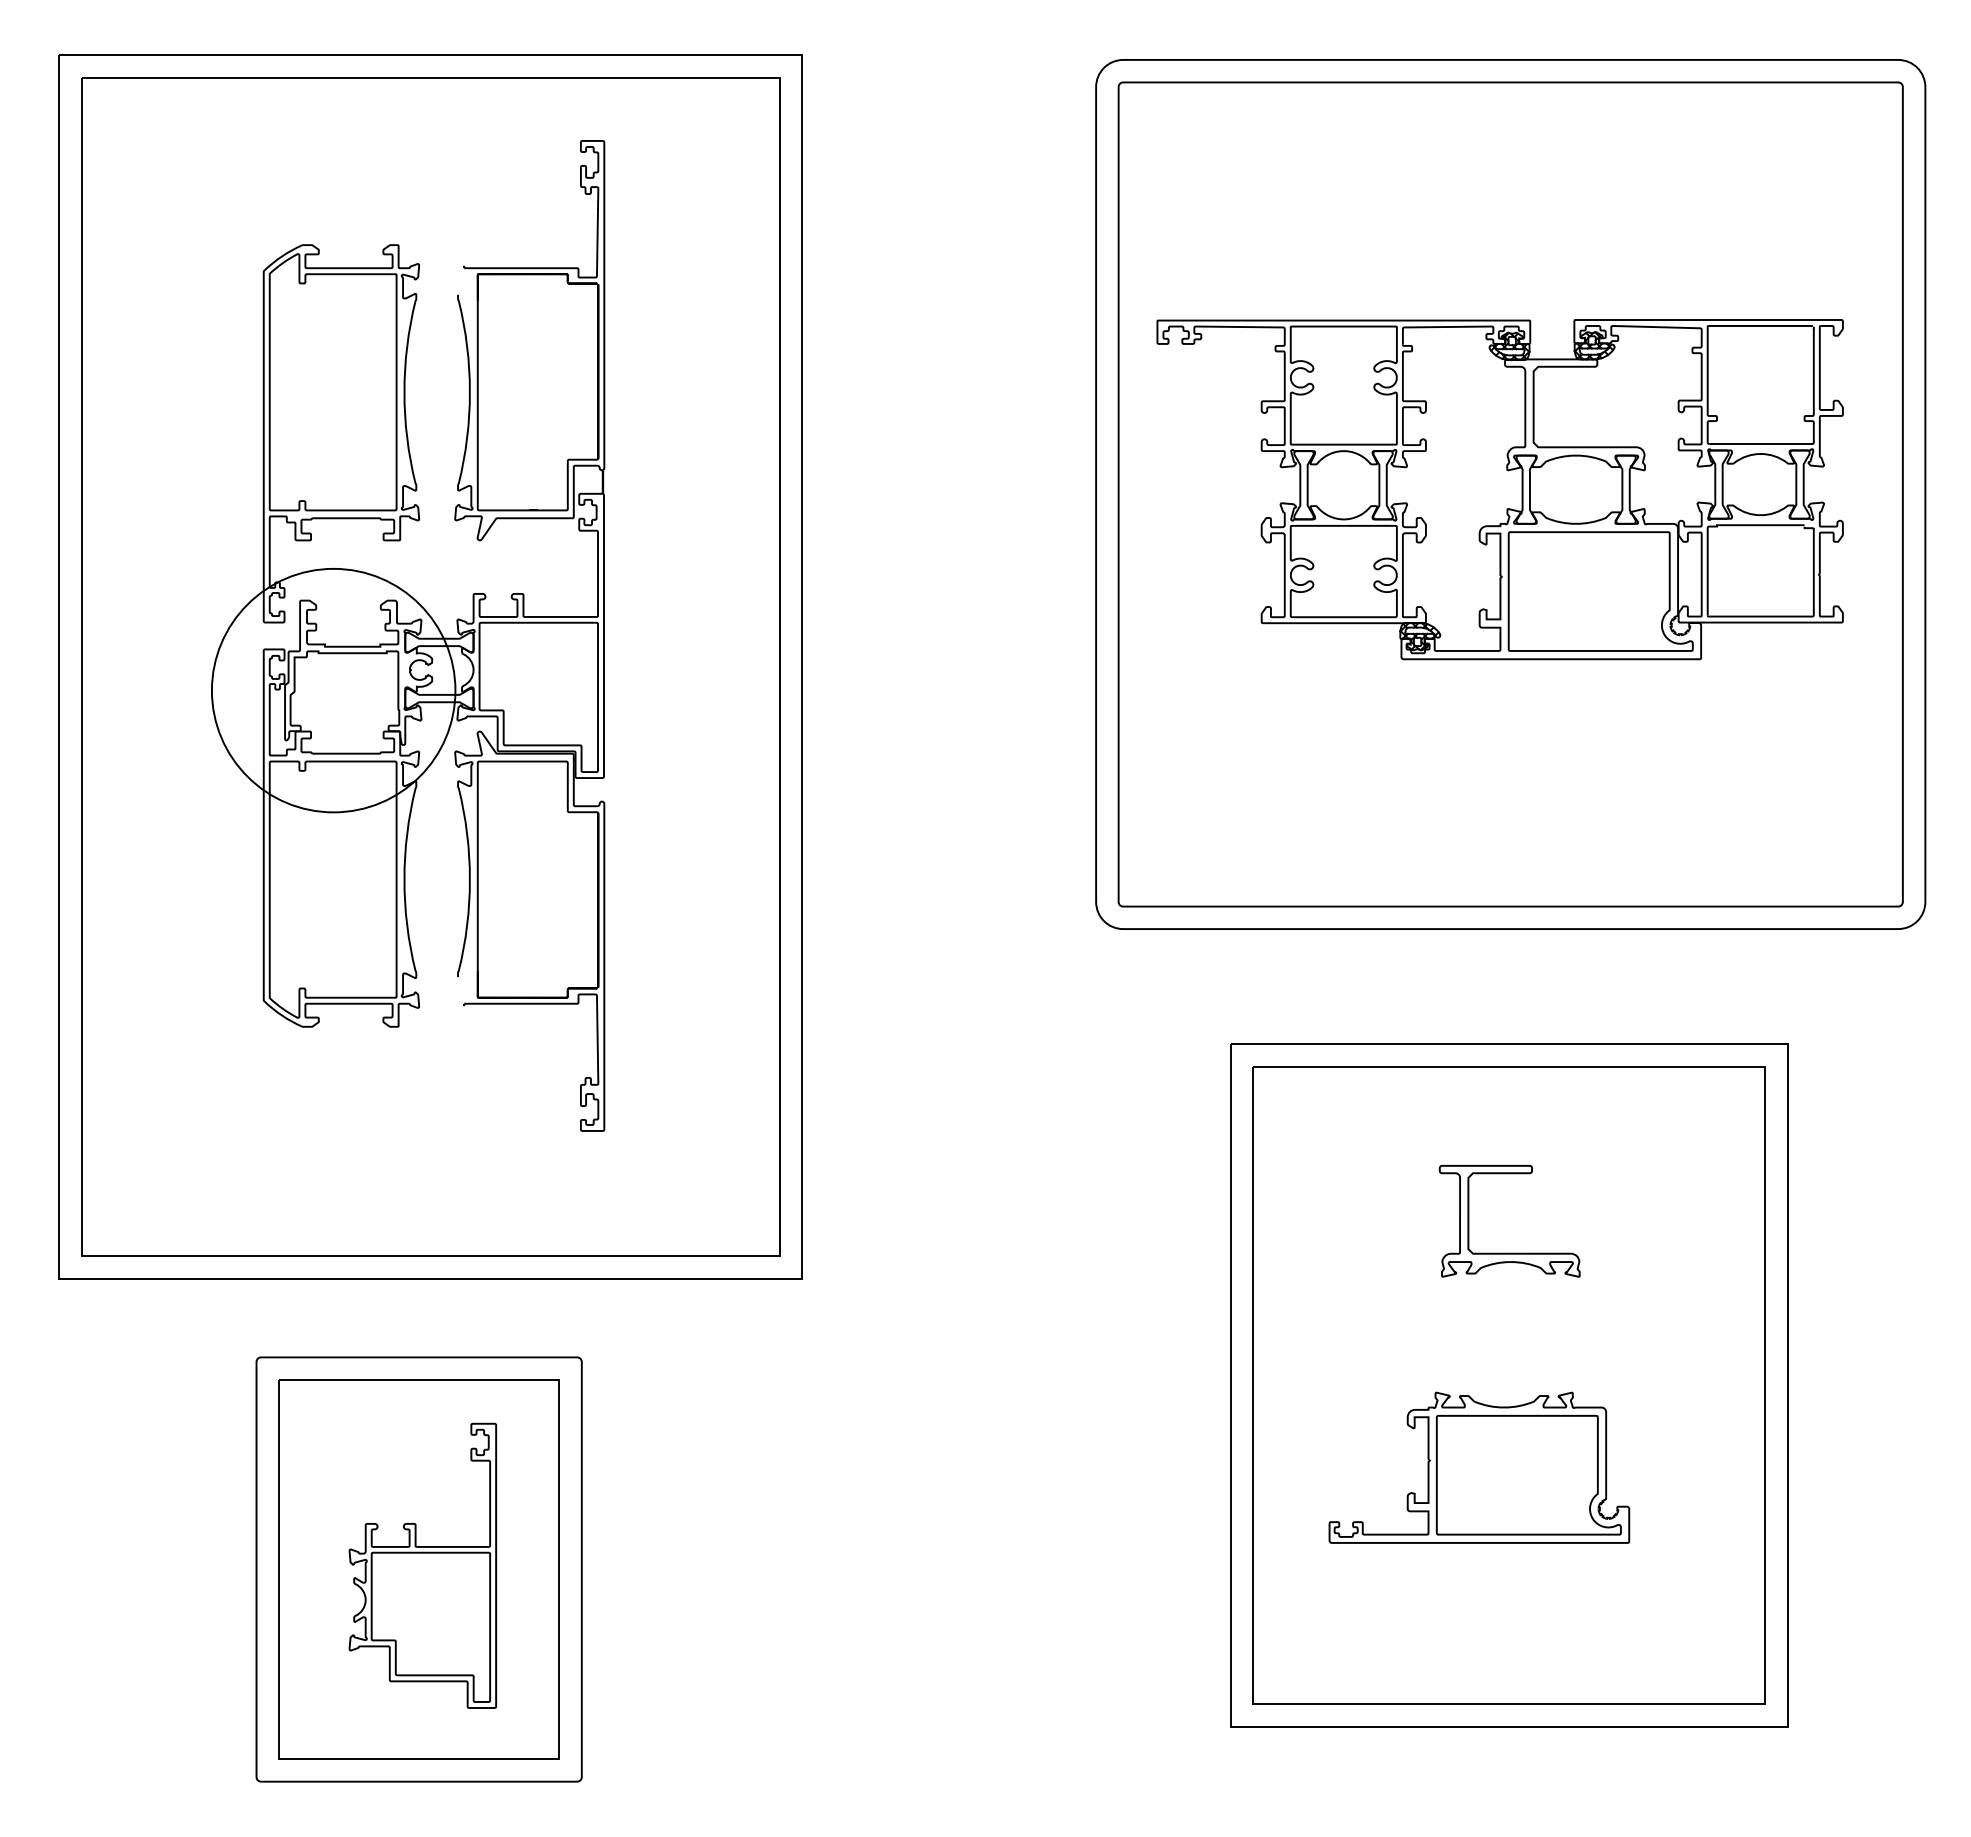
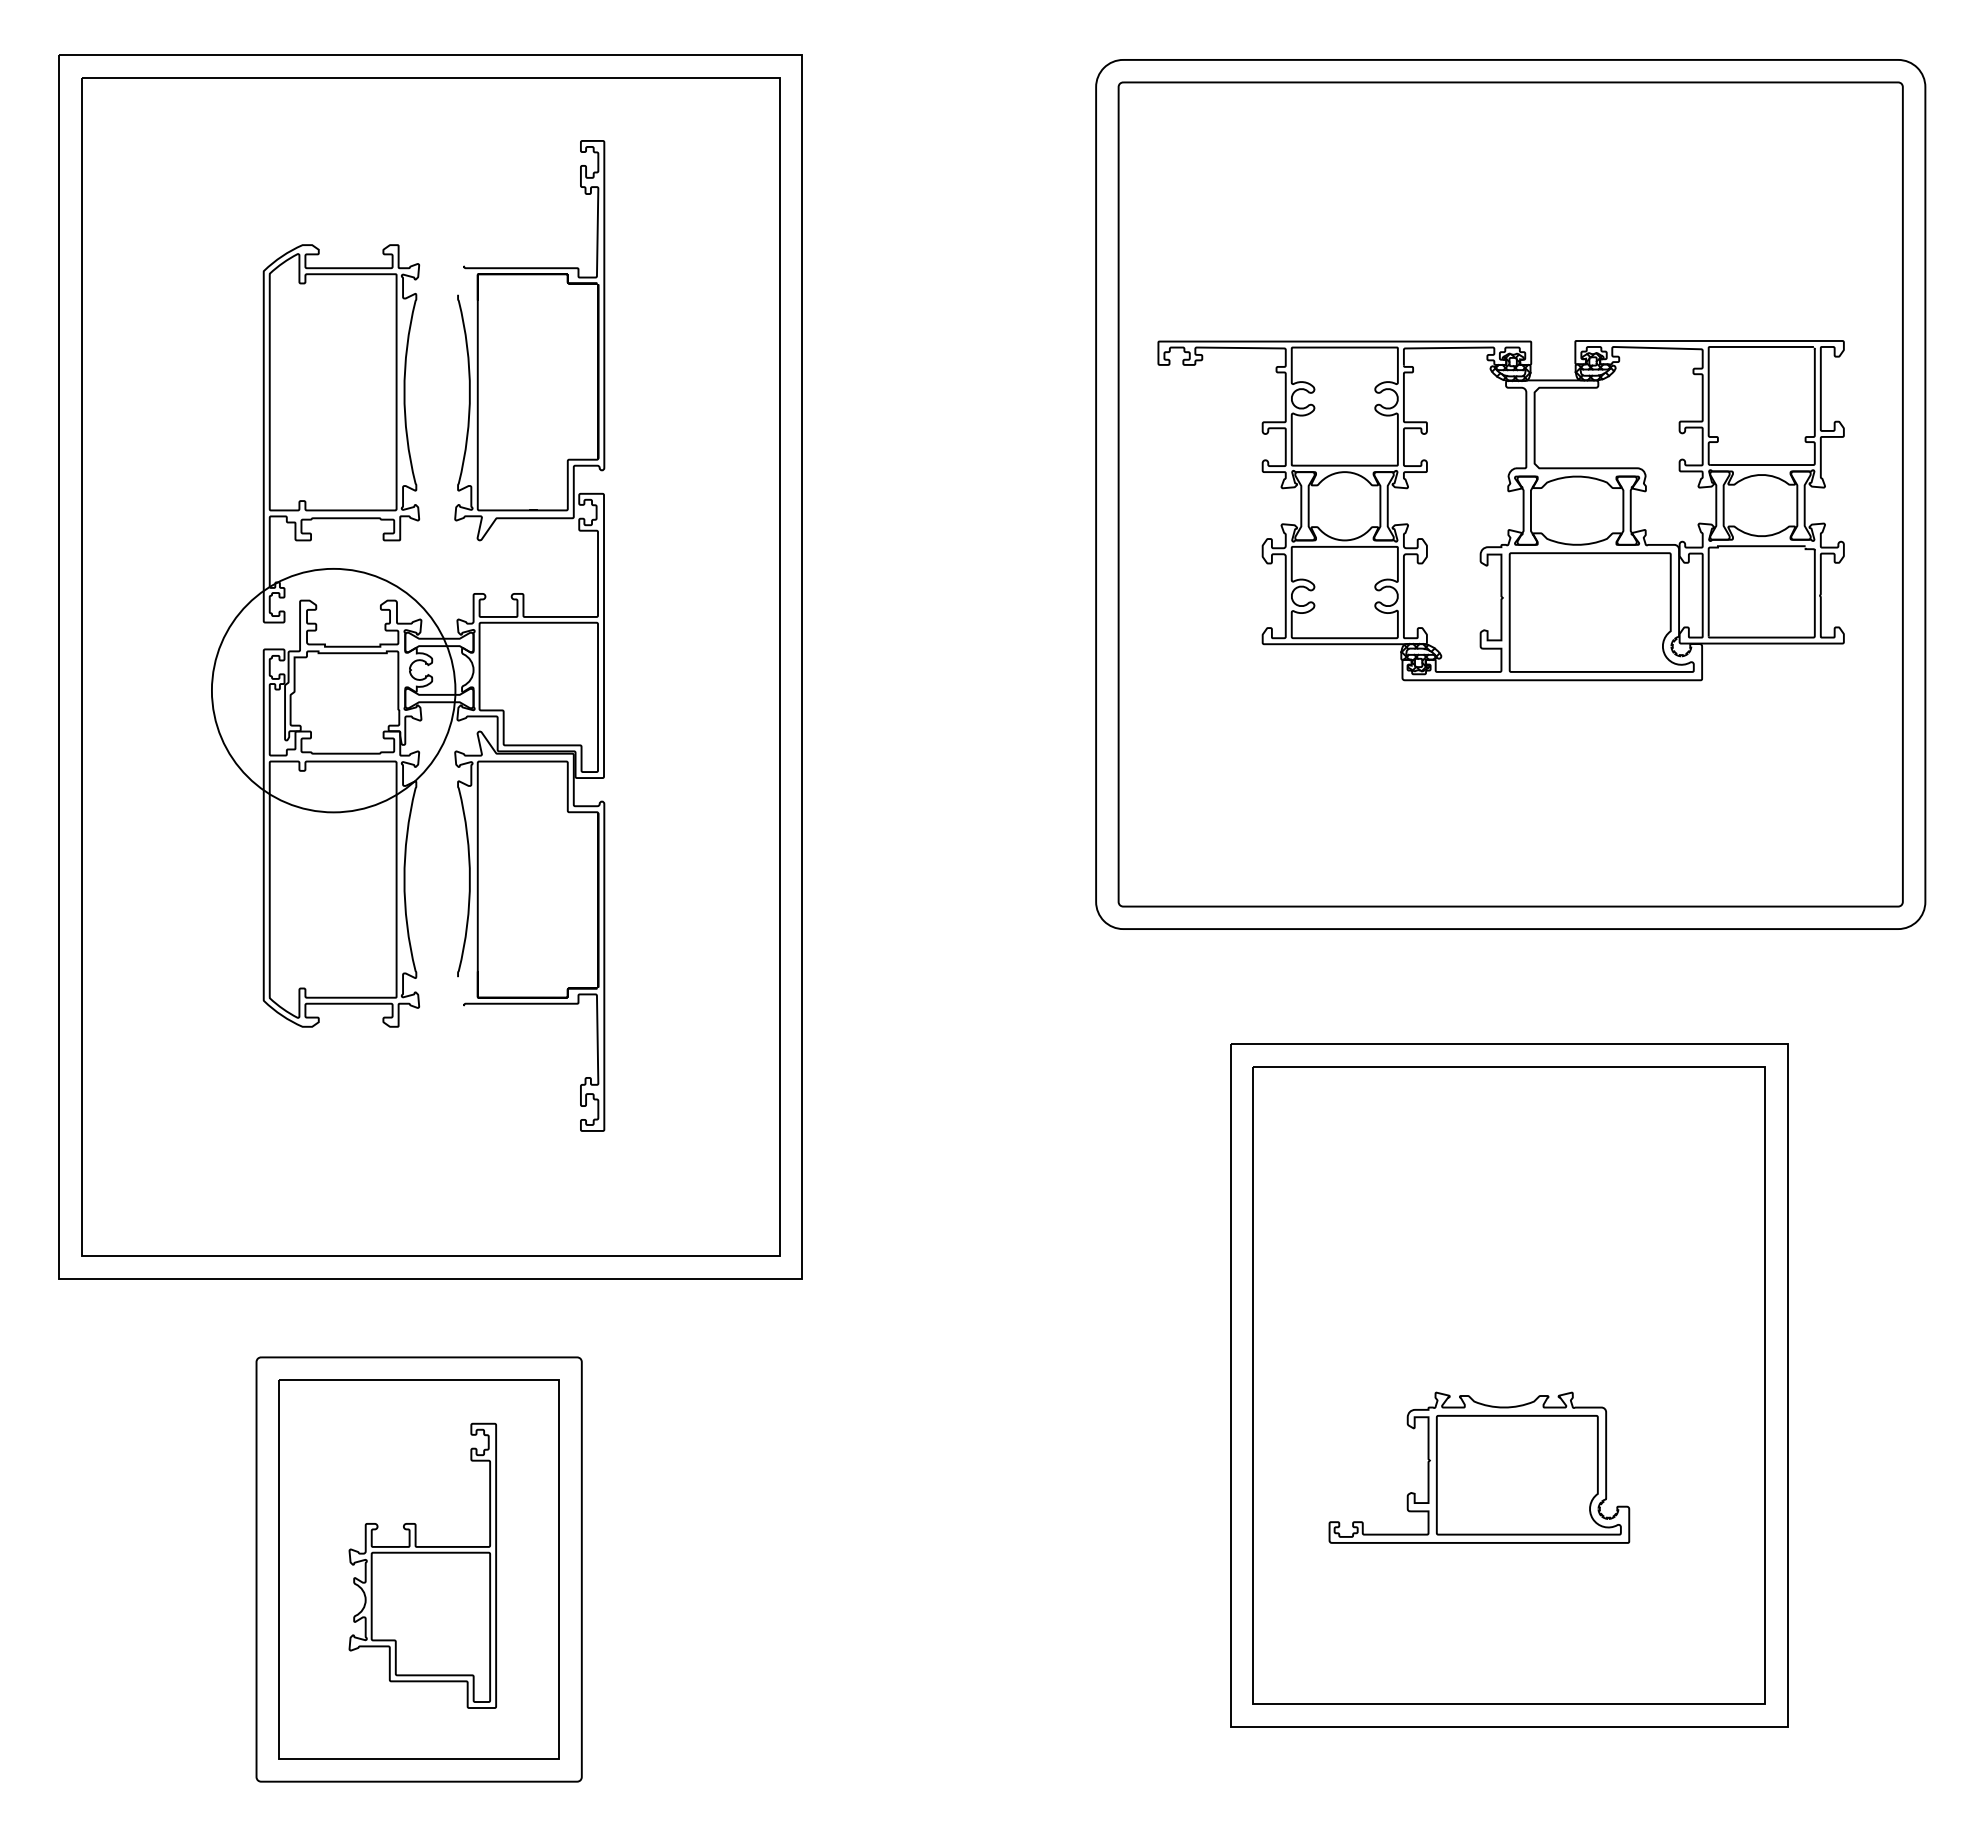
fill at (602, 481): present -> none
part at (1499, 489) position: (1499, 489) -> (1500, 510)
part at (1509, 1252): present -> none
